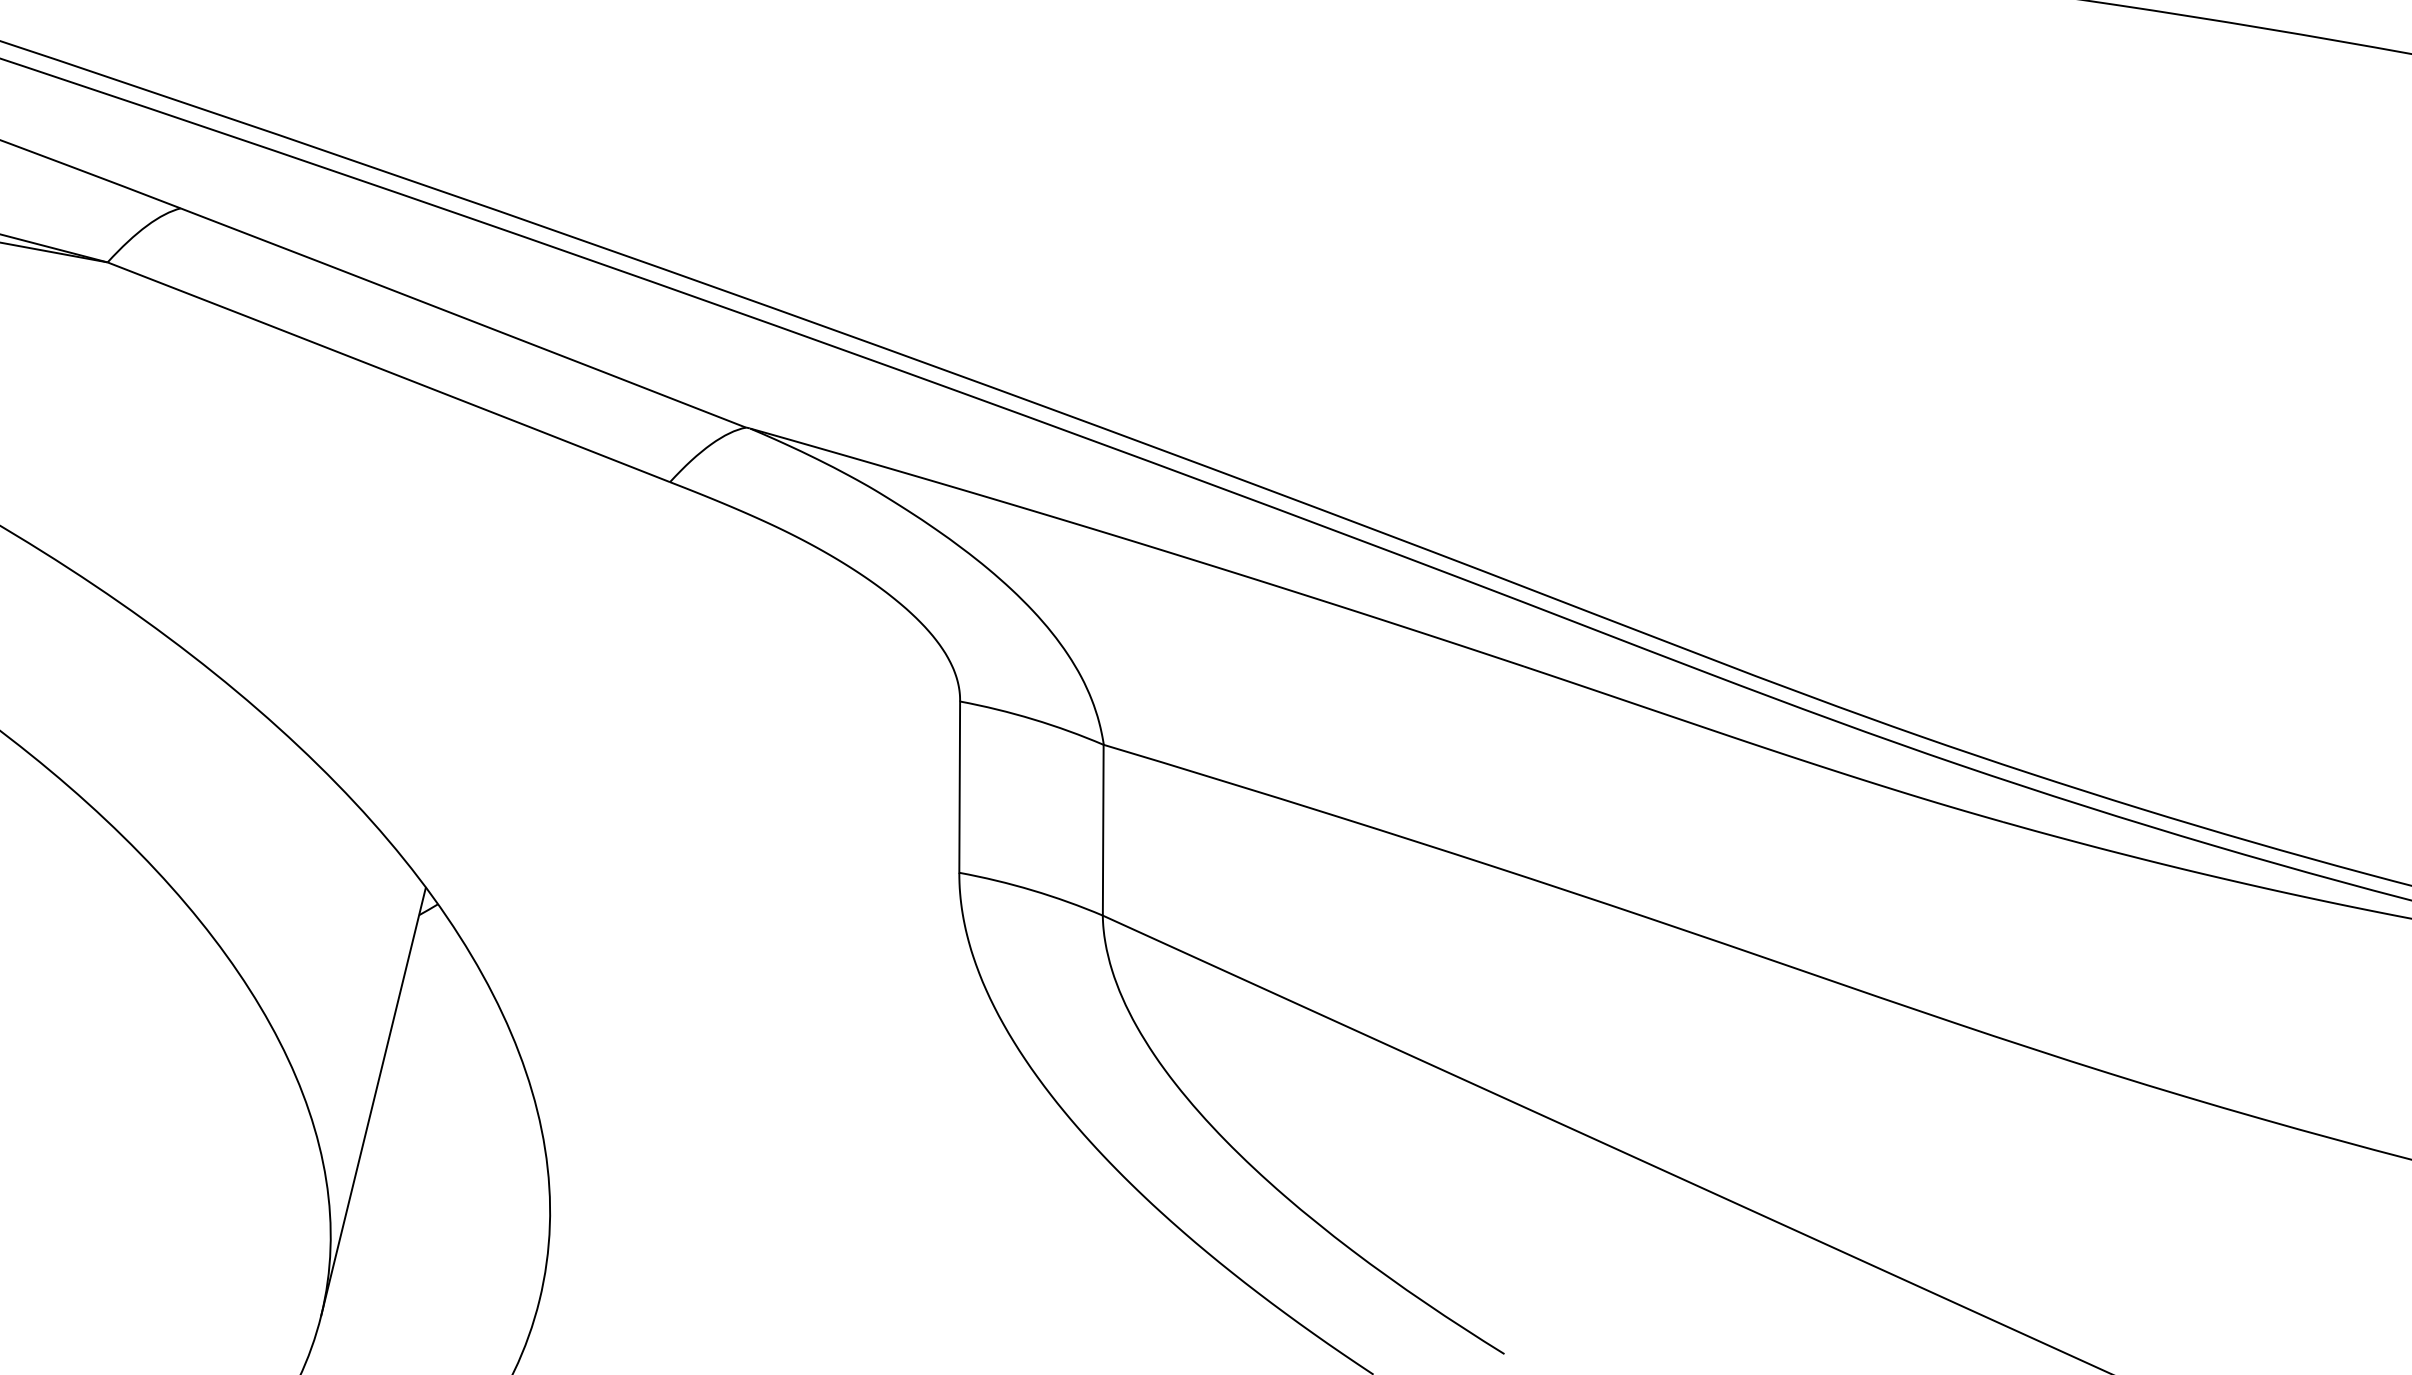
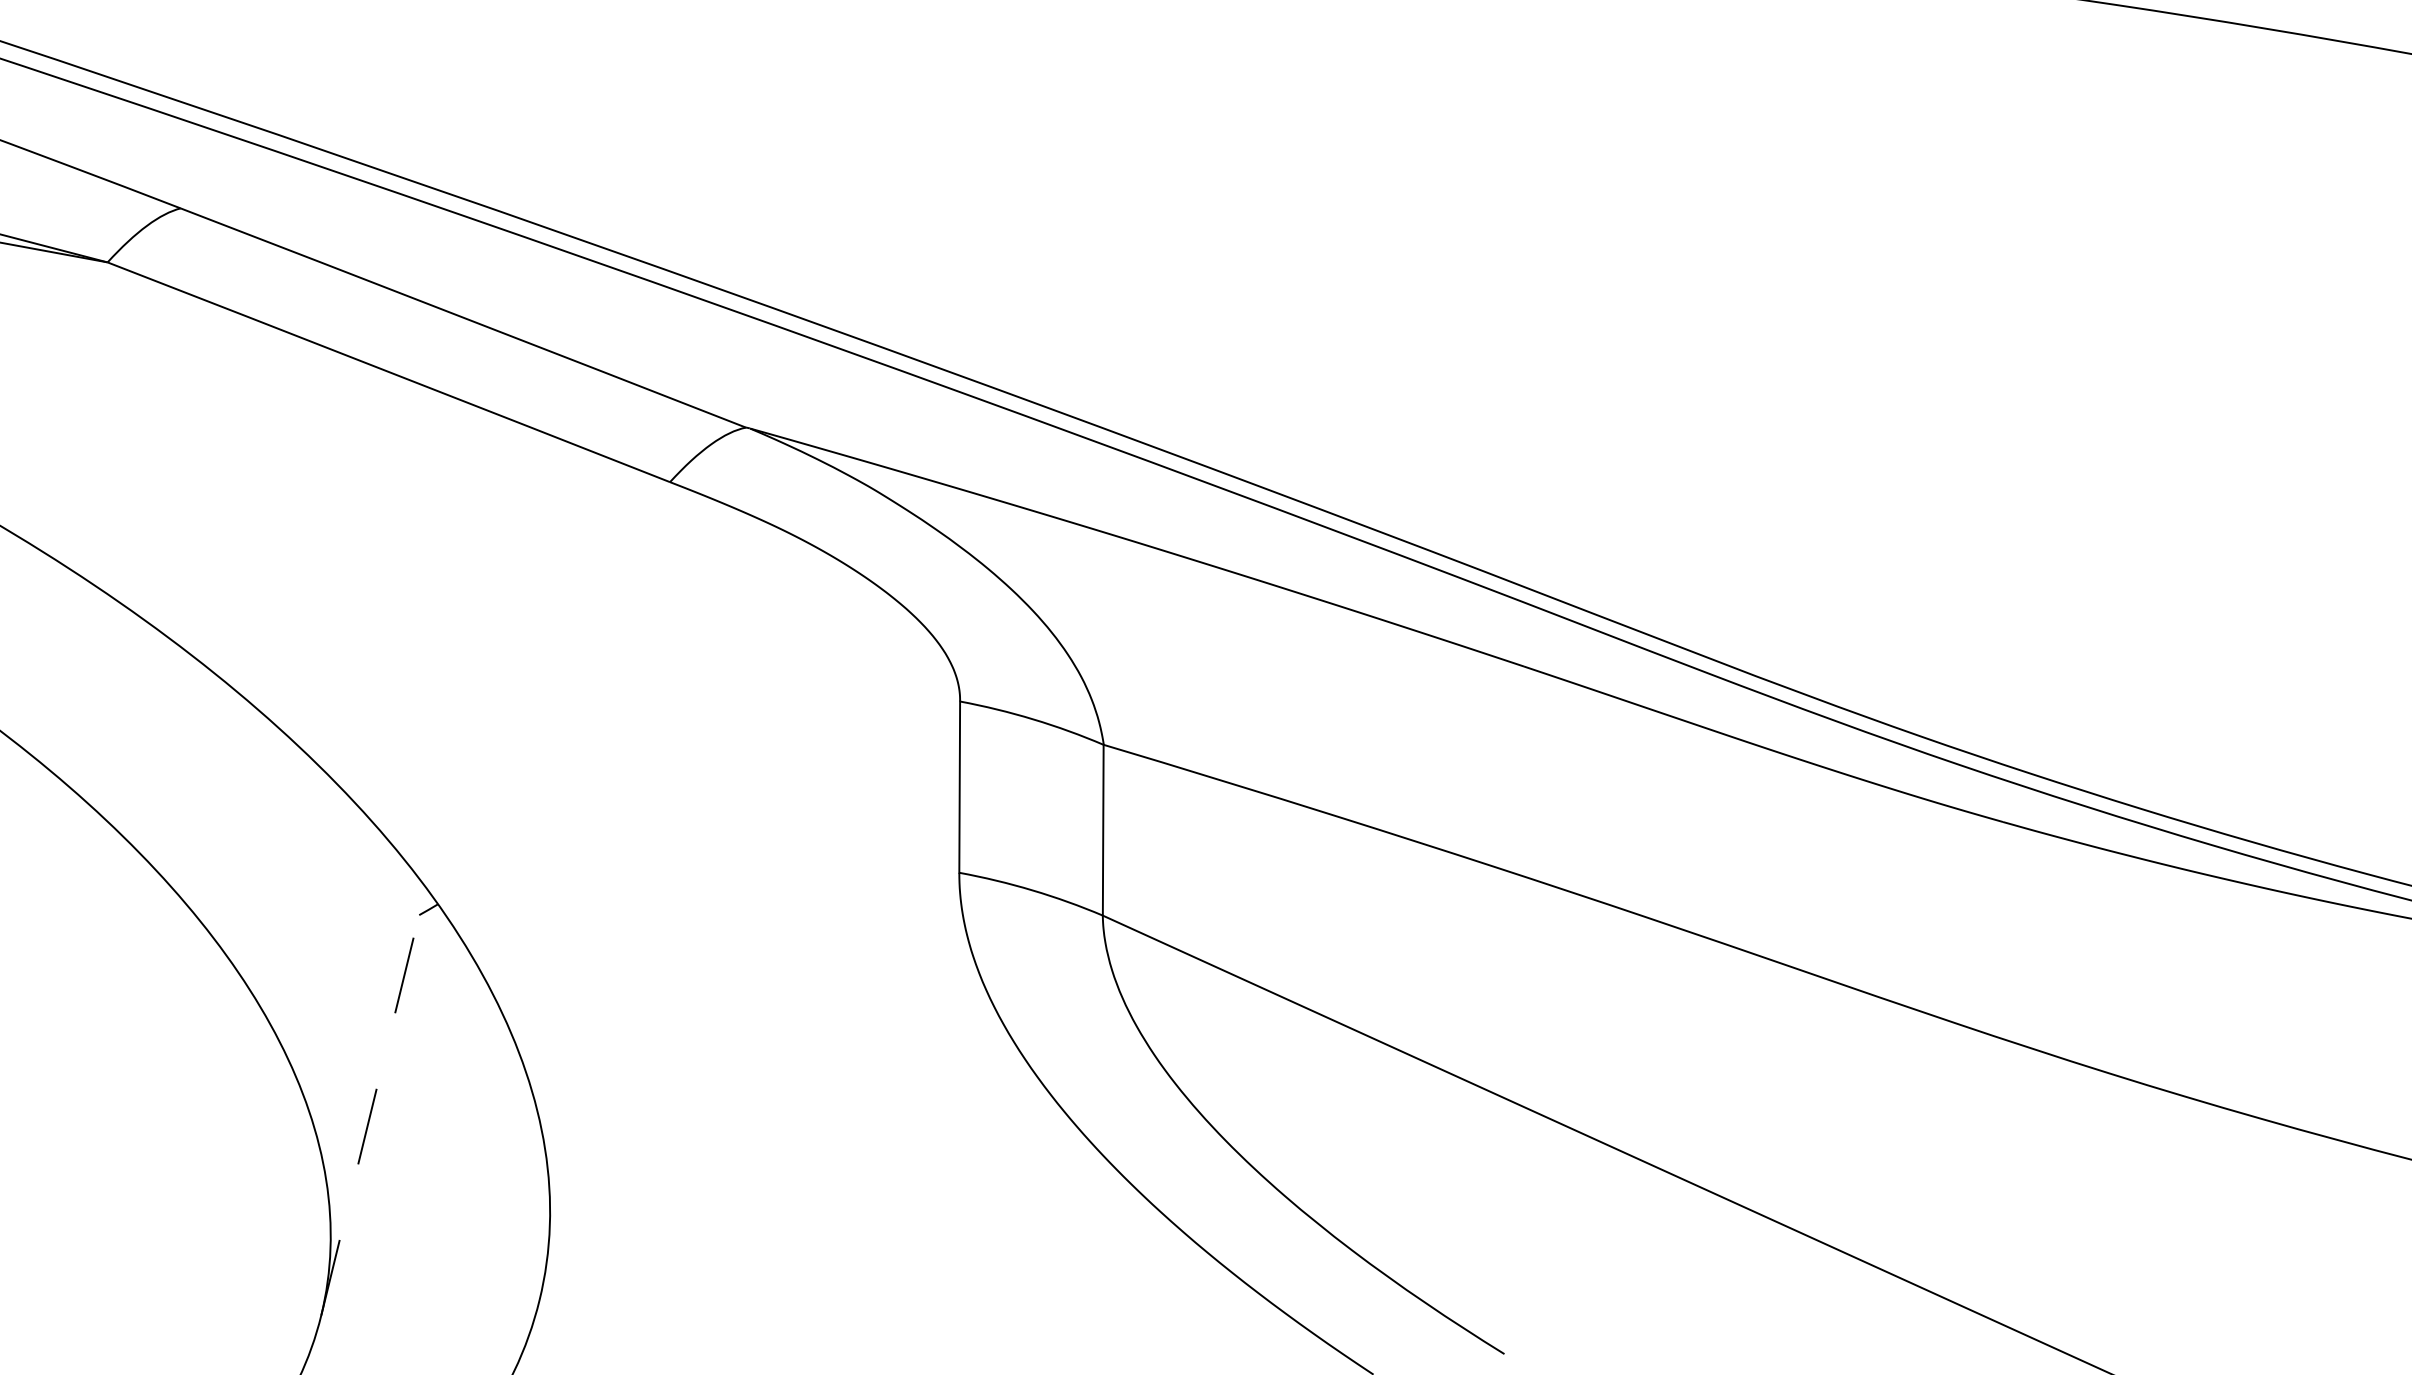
line at (373, 1101): solid -> dashed
